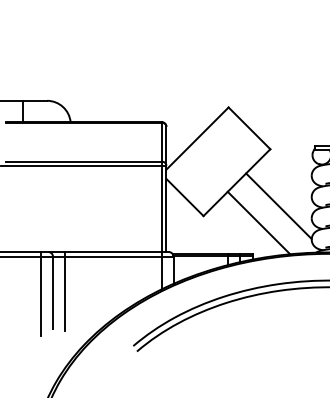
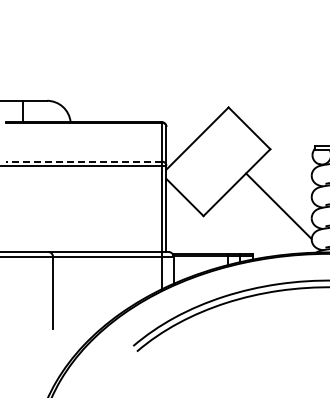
line at (83, 161): solid -> dashed
line at (258, 222): present -> none
line at (64, 291): present -> none
line at (41, 294): present -> none
